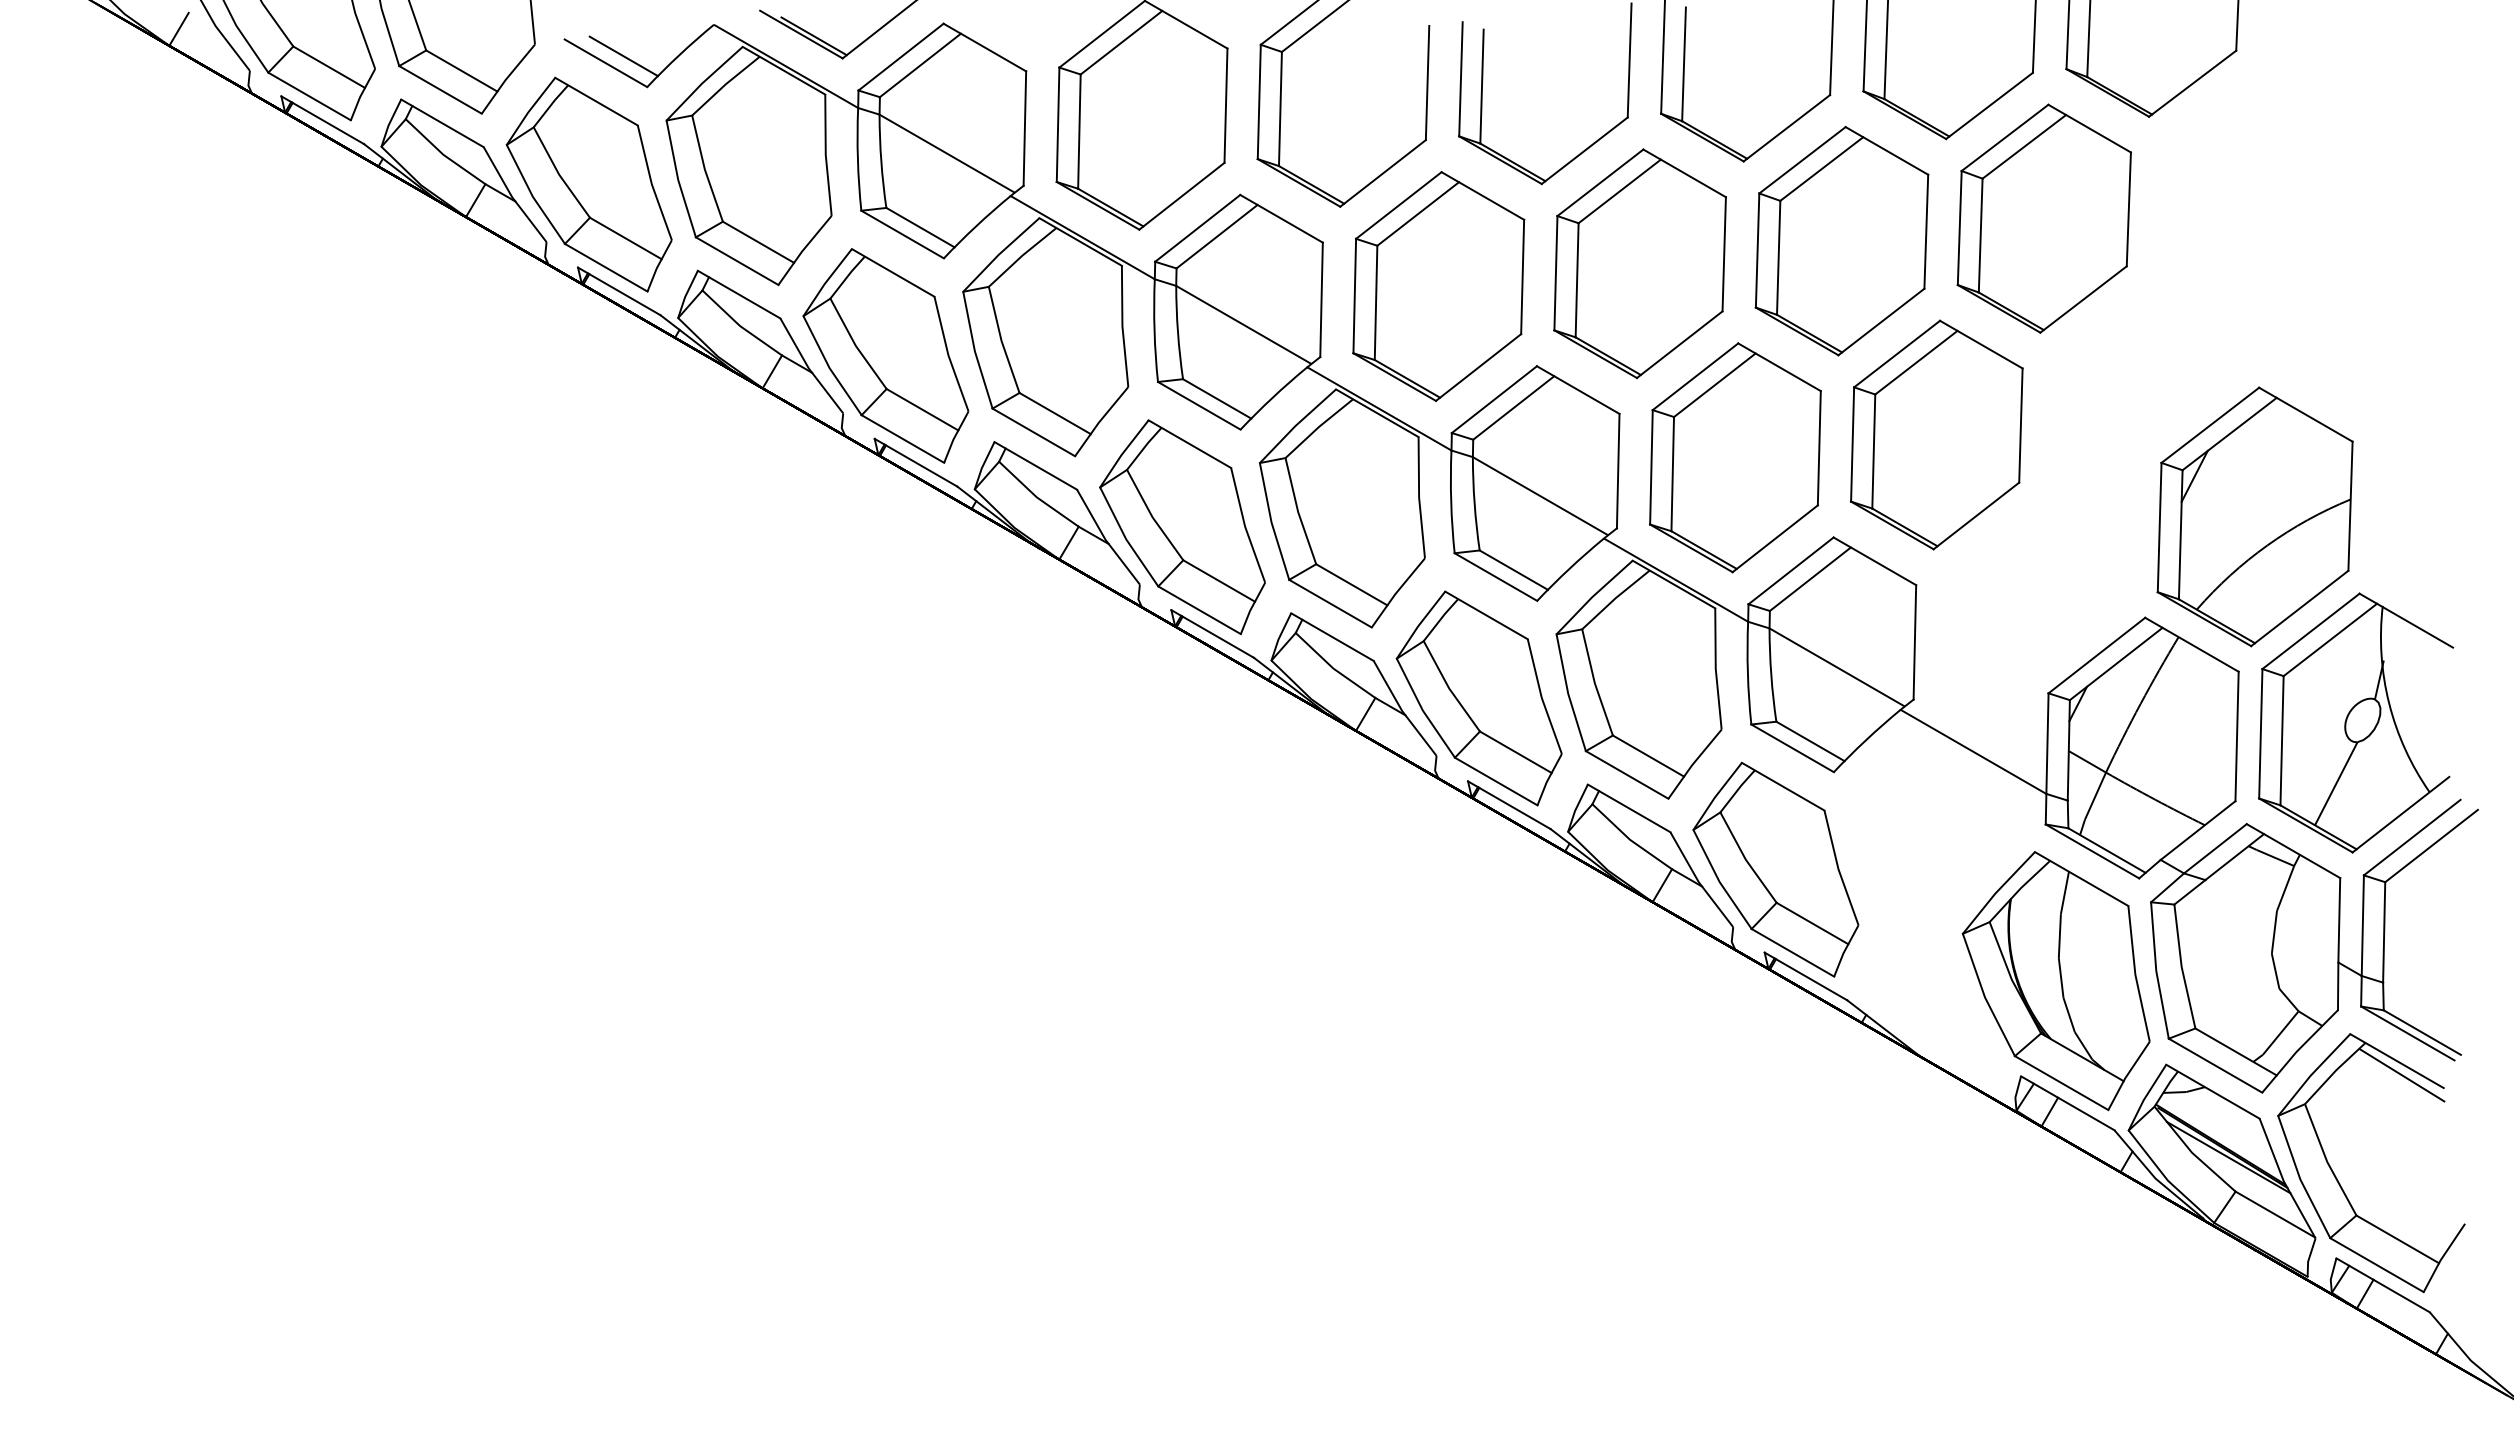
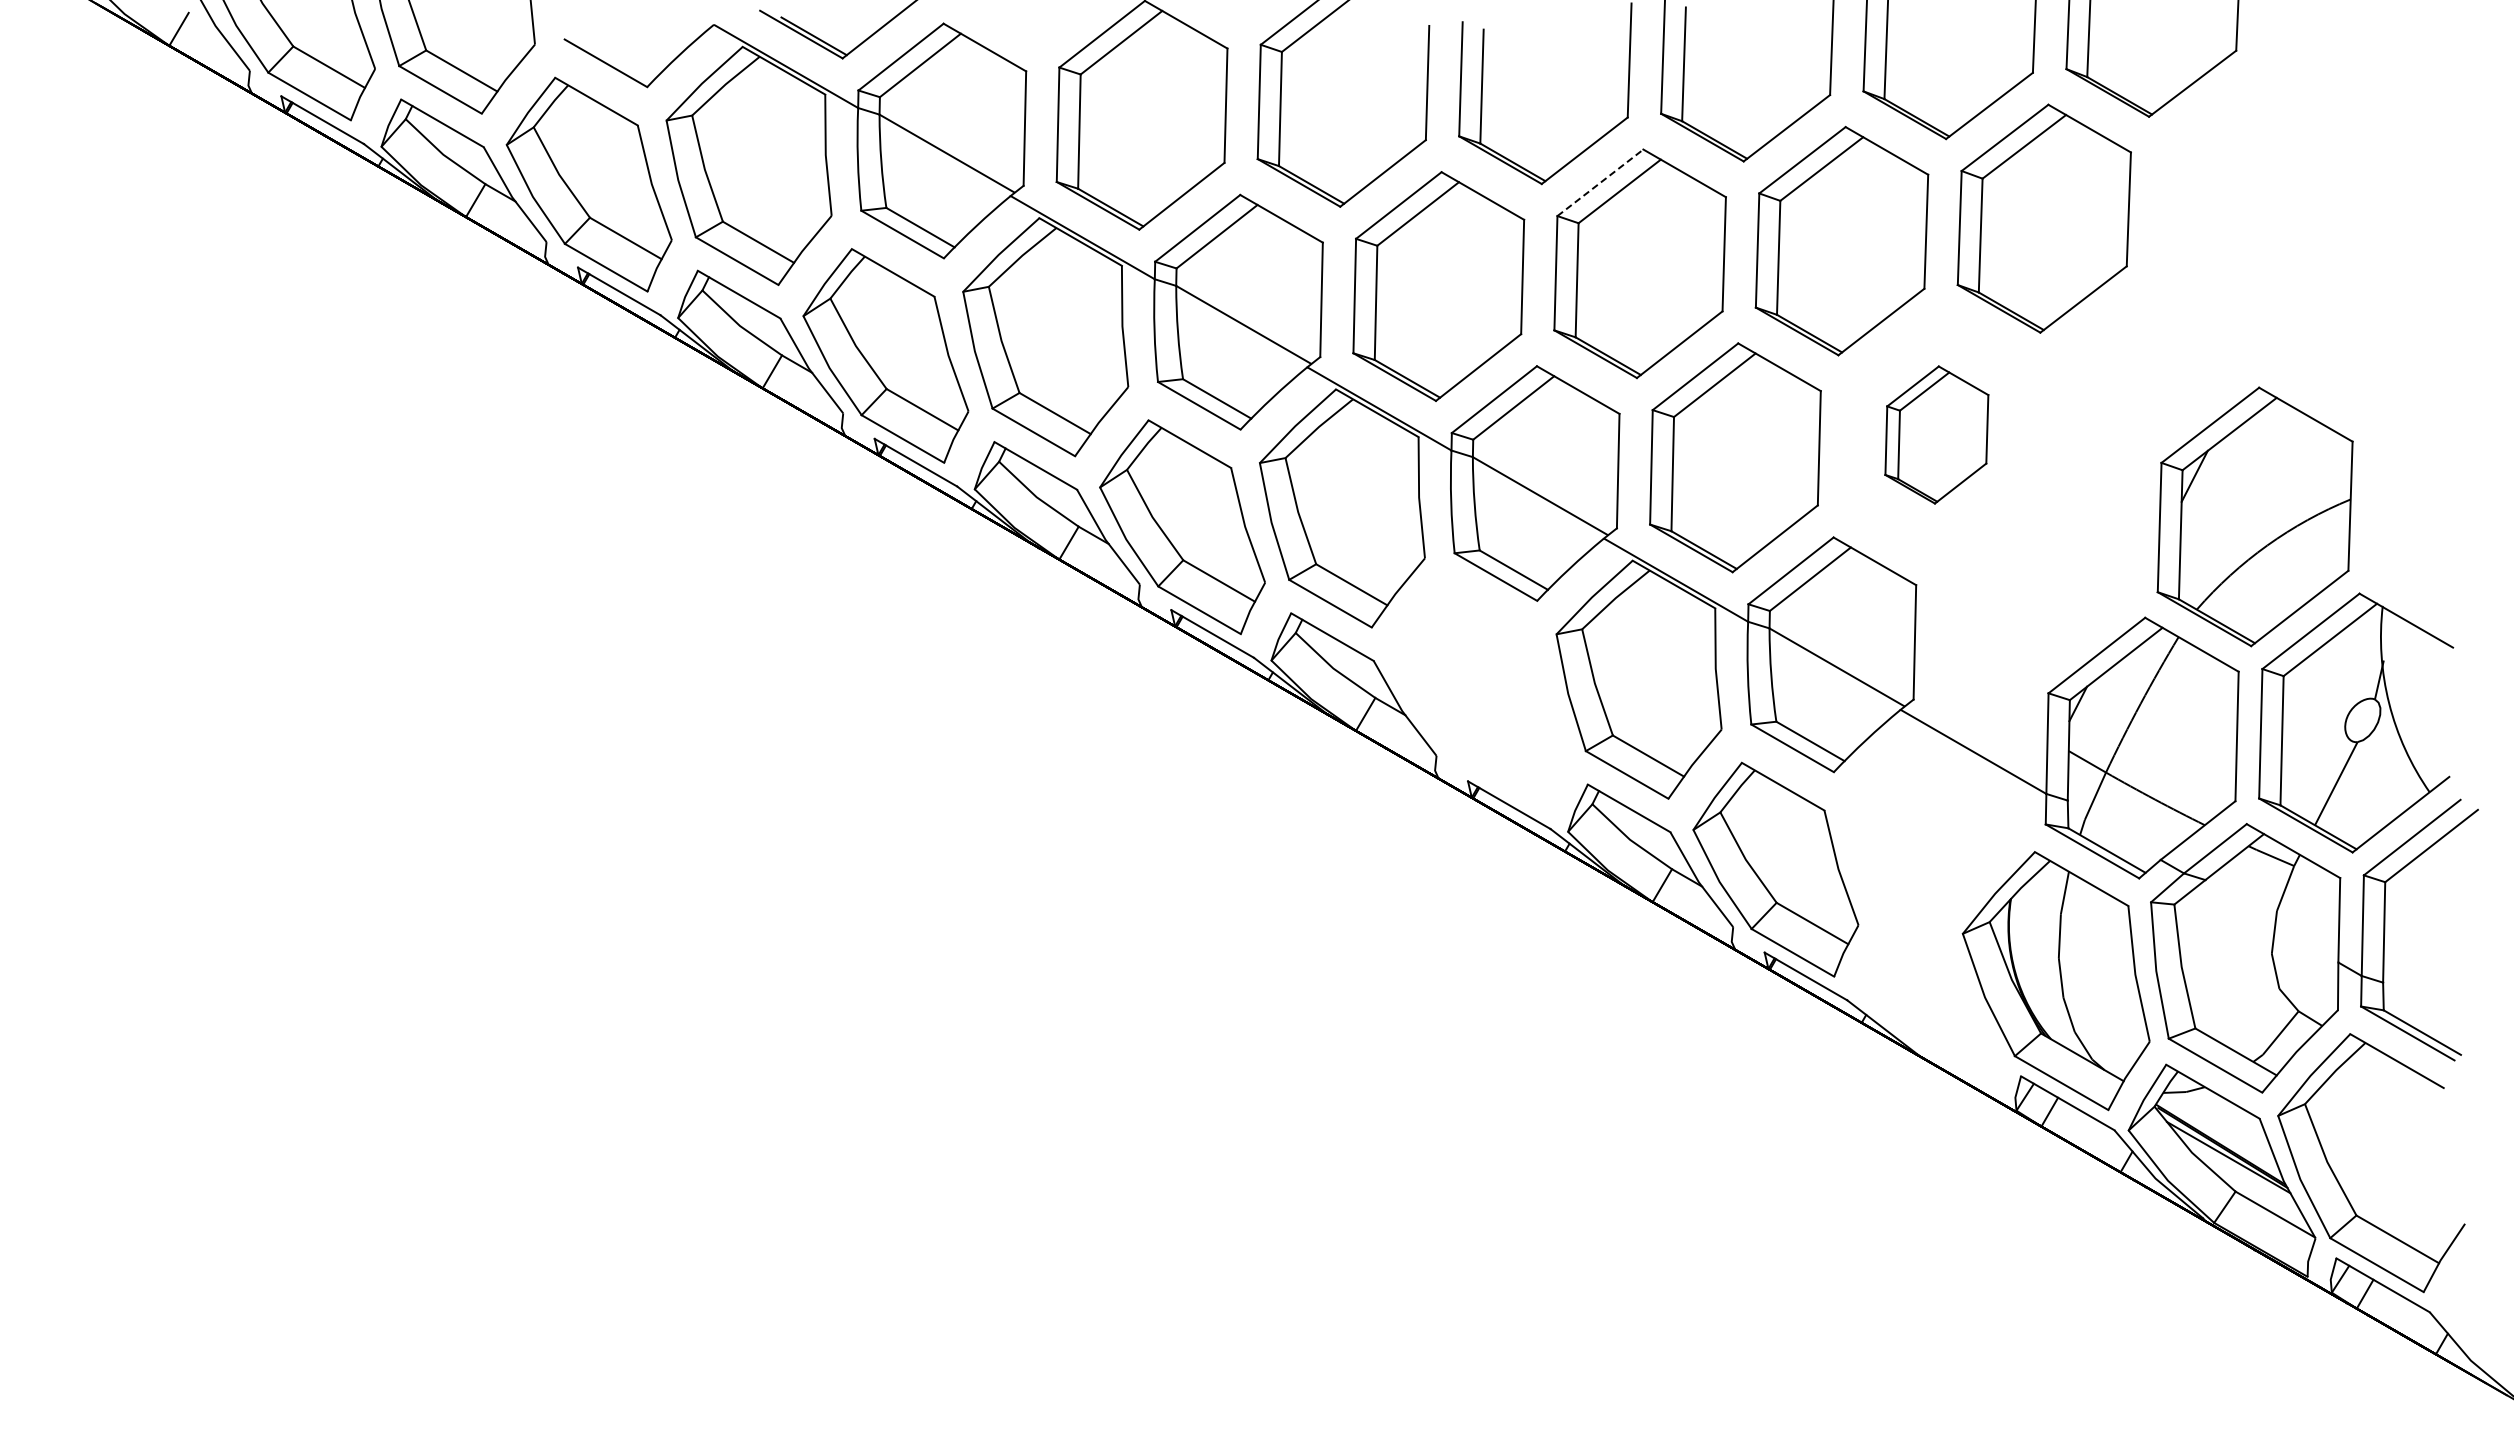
line at (623, 56): present -> none
line at (1600, 182): solid -> dashed
part at (1936, 434) size: 174x232 px -> 106x140 px
part at (1478, 698): present -> none
line at (2402, 1074): present -> none
